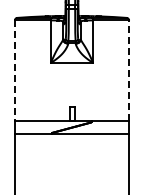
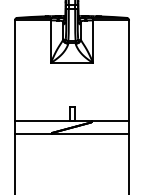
line at (14, 70): dashed -> solid
line at (129, 70): dashed -> solid
